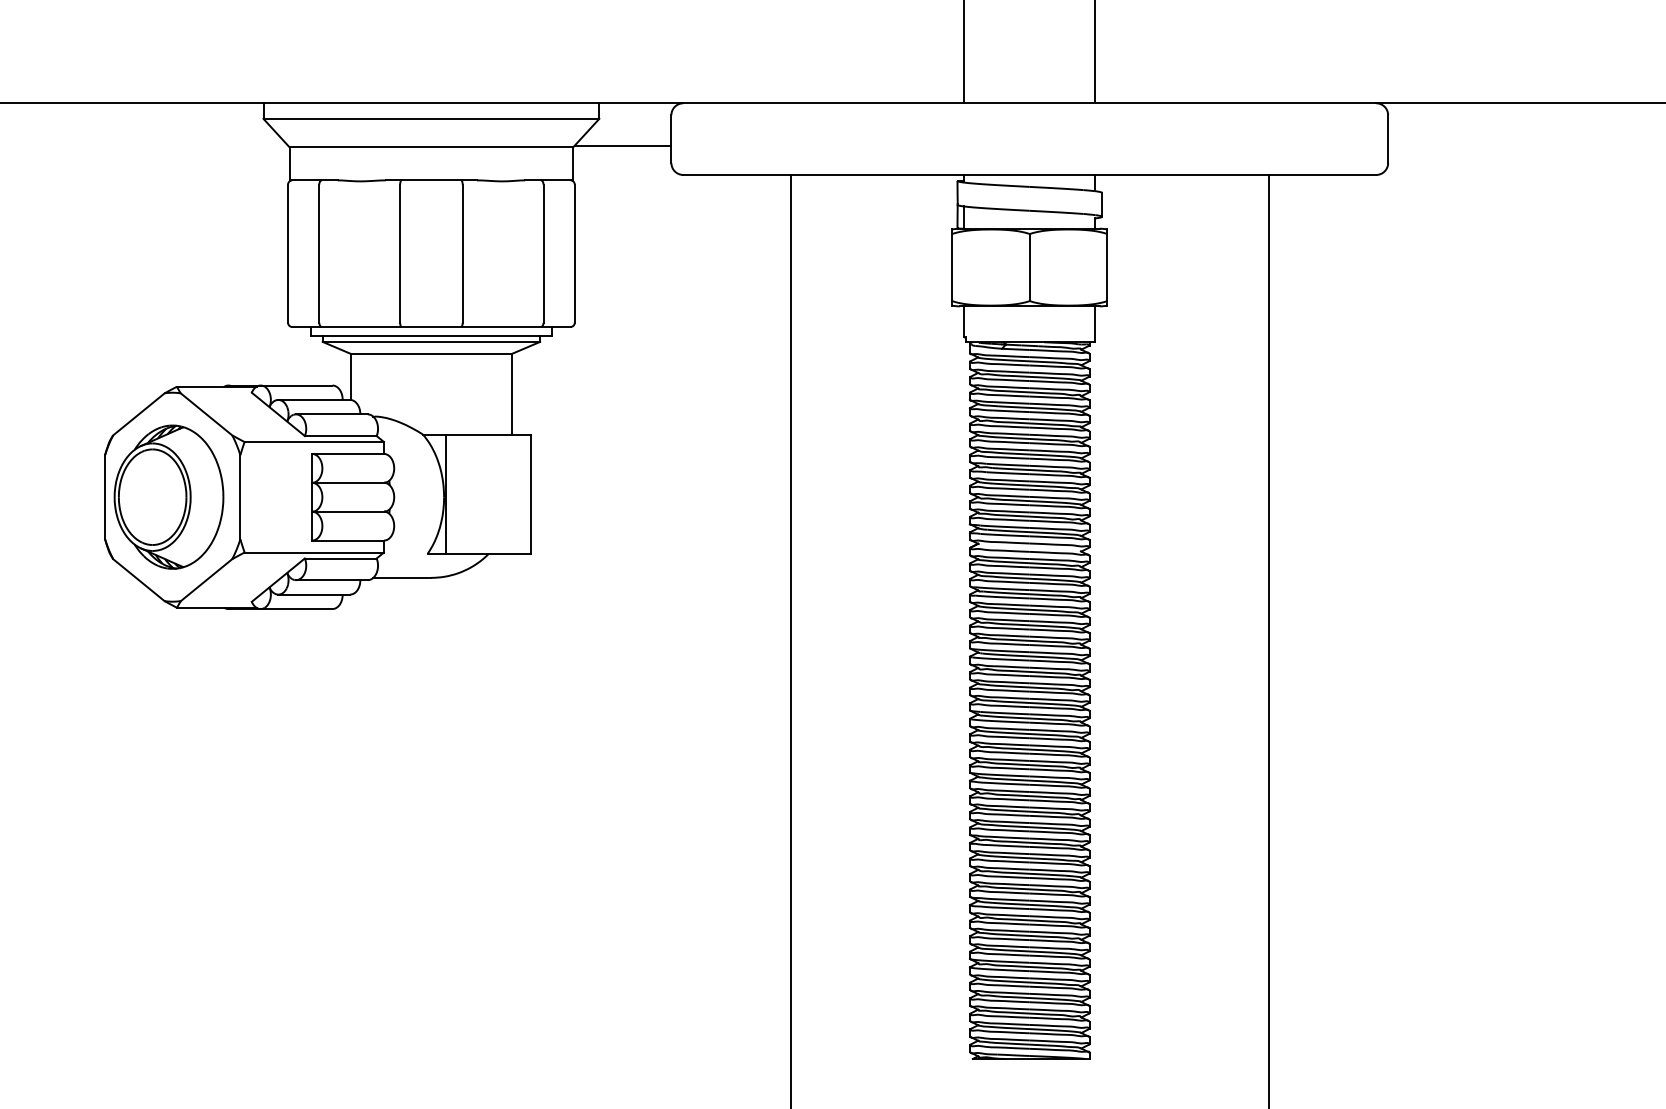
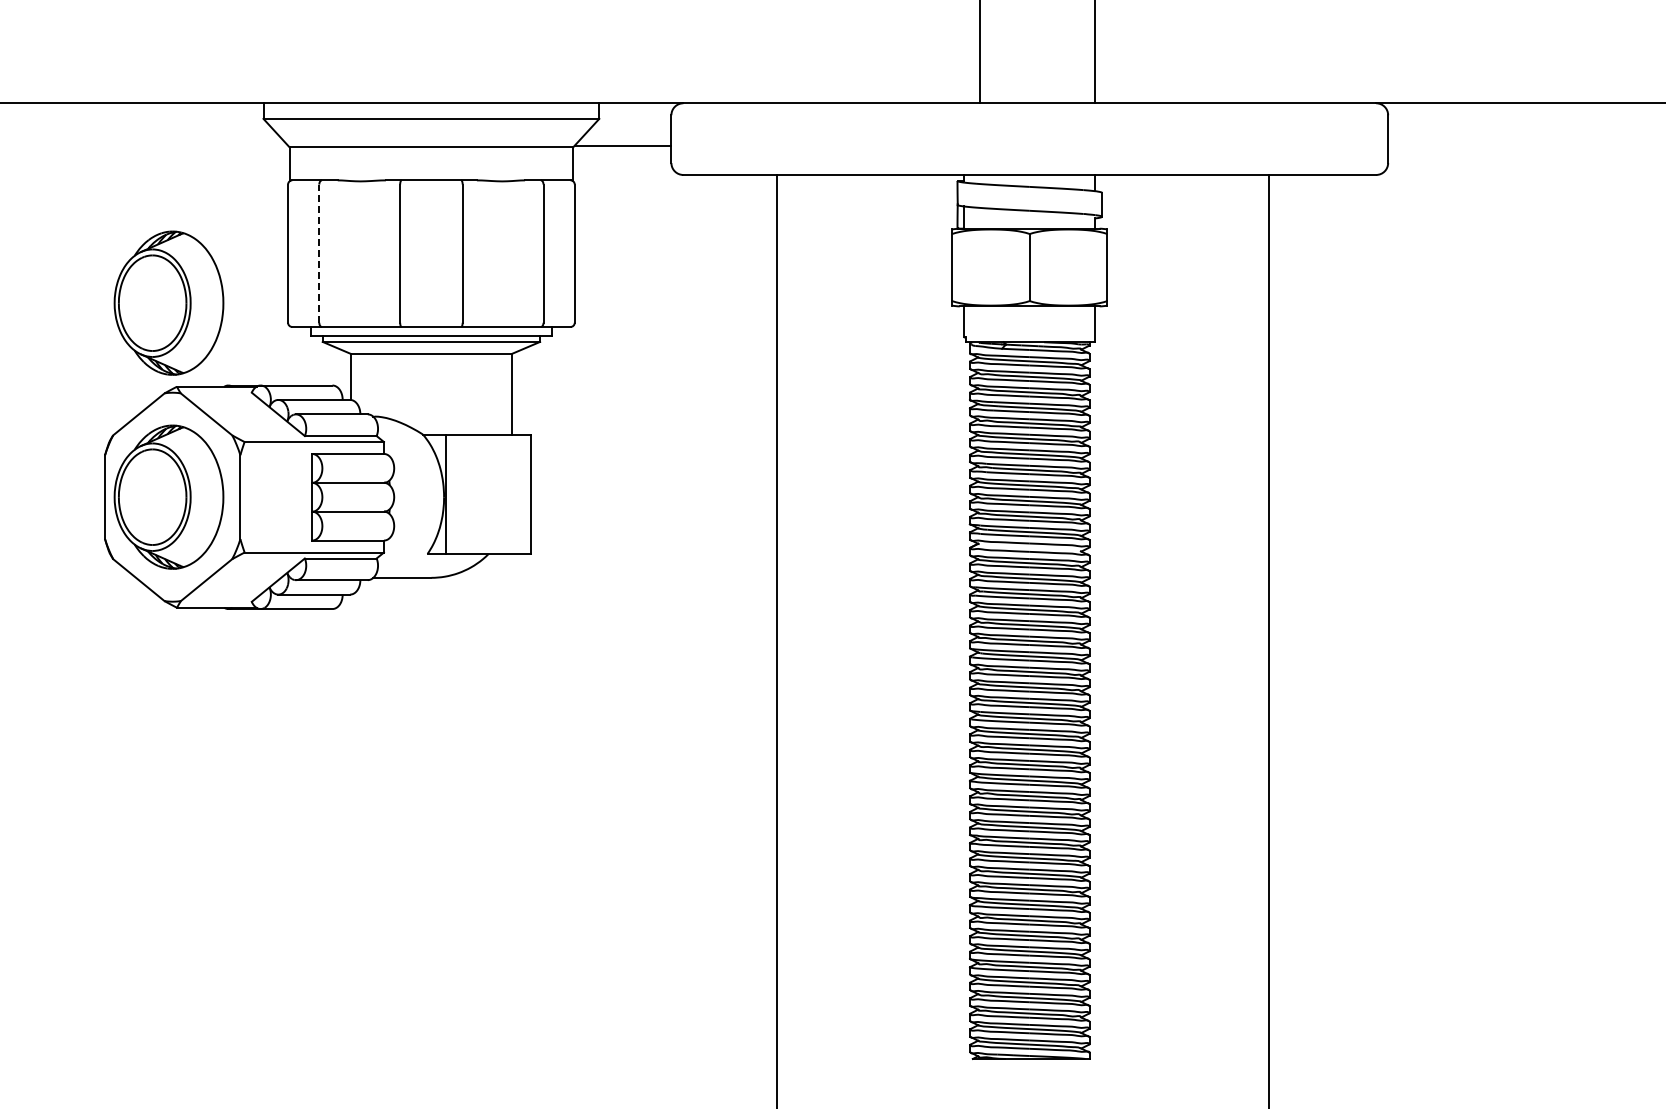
line at (964, 52) position: (964, 52) -> (980, 52)
line at (319, 253): solid -> dashed
part at (168, 302): none -> present
line at (790, 639) position: (790, 639) -> (776, 639)
